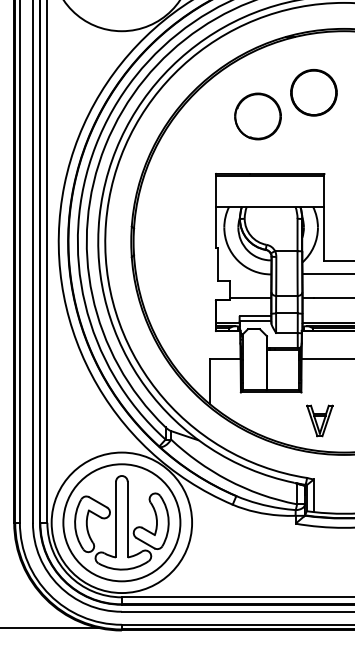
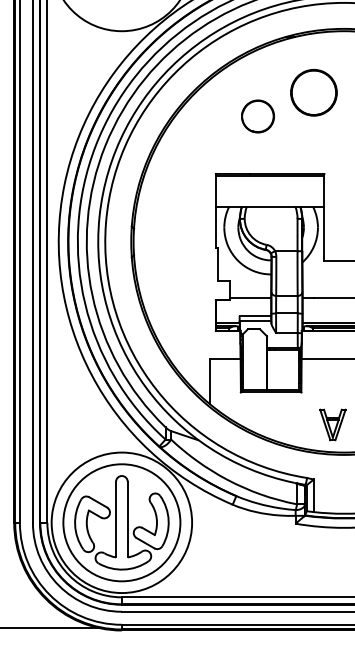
part at (257, 116) size: 48x49 px -> 34x35 px
line at (326, 274): present -> none
part at (319, 420) position: (319, 420) -> (332, 424)
